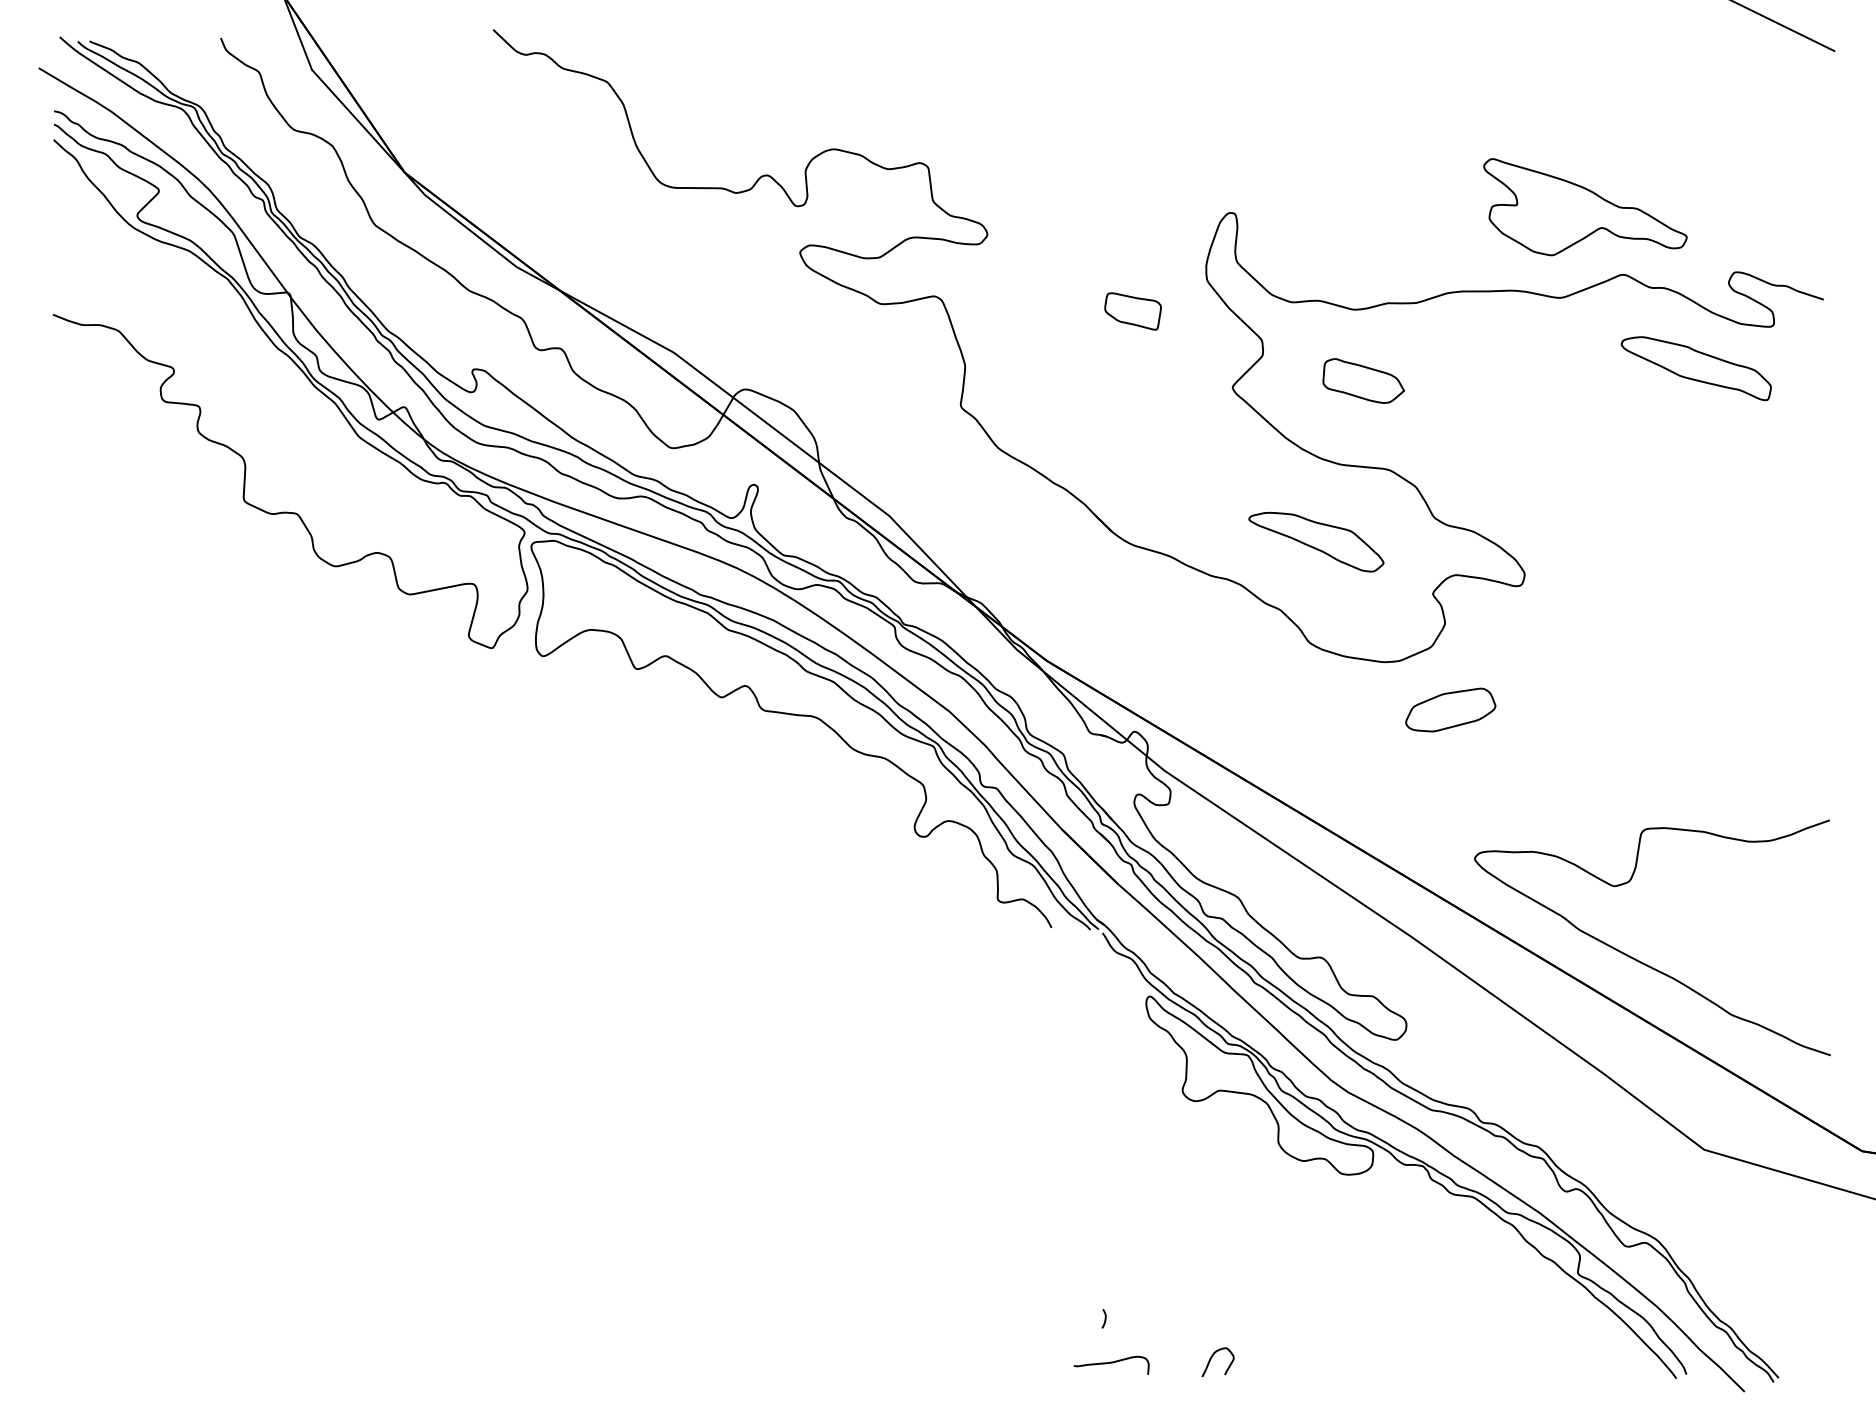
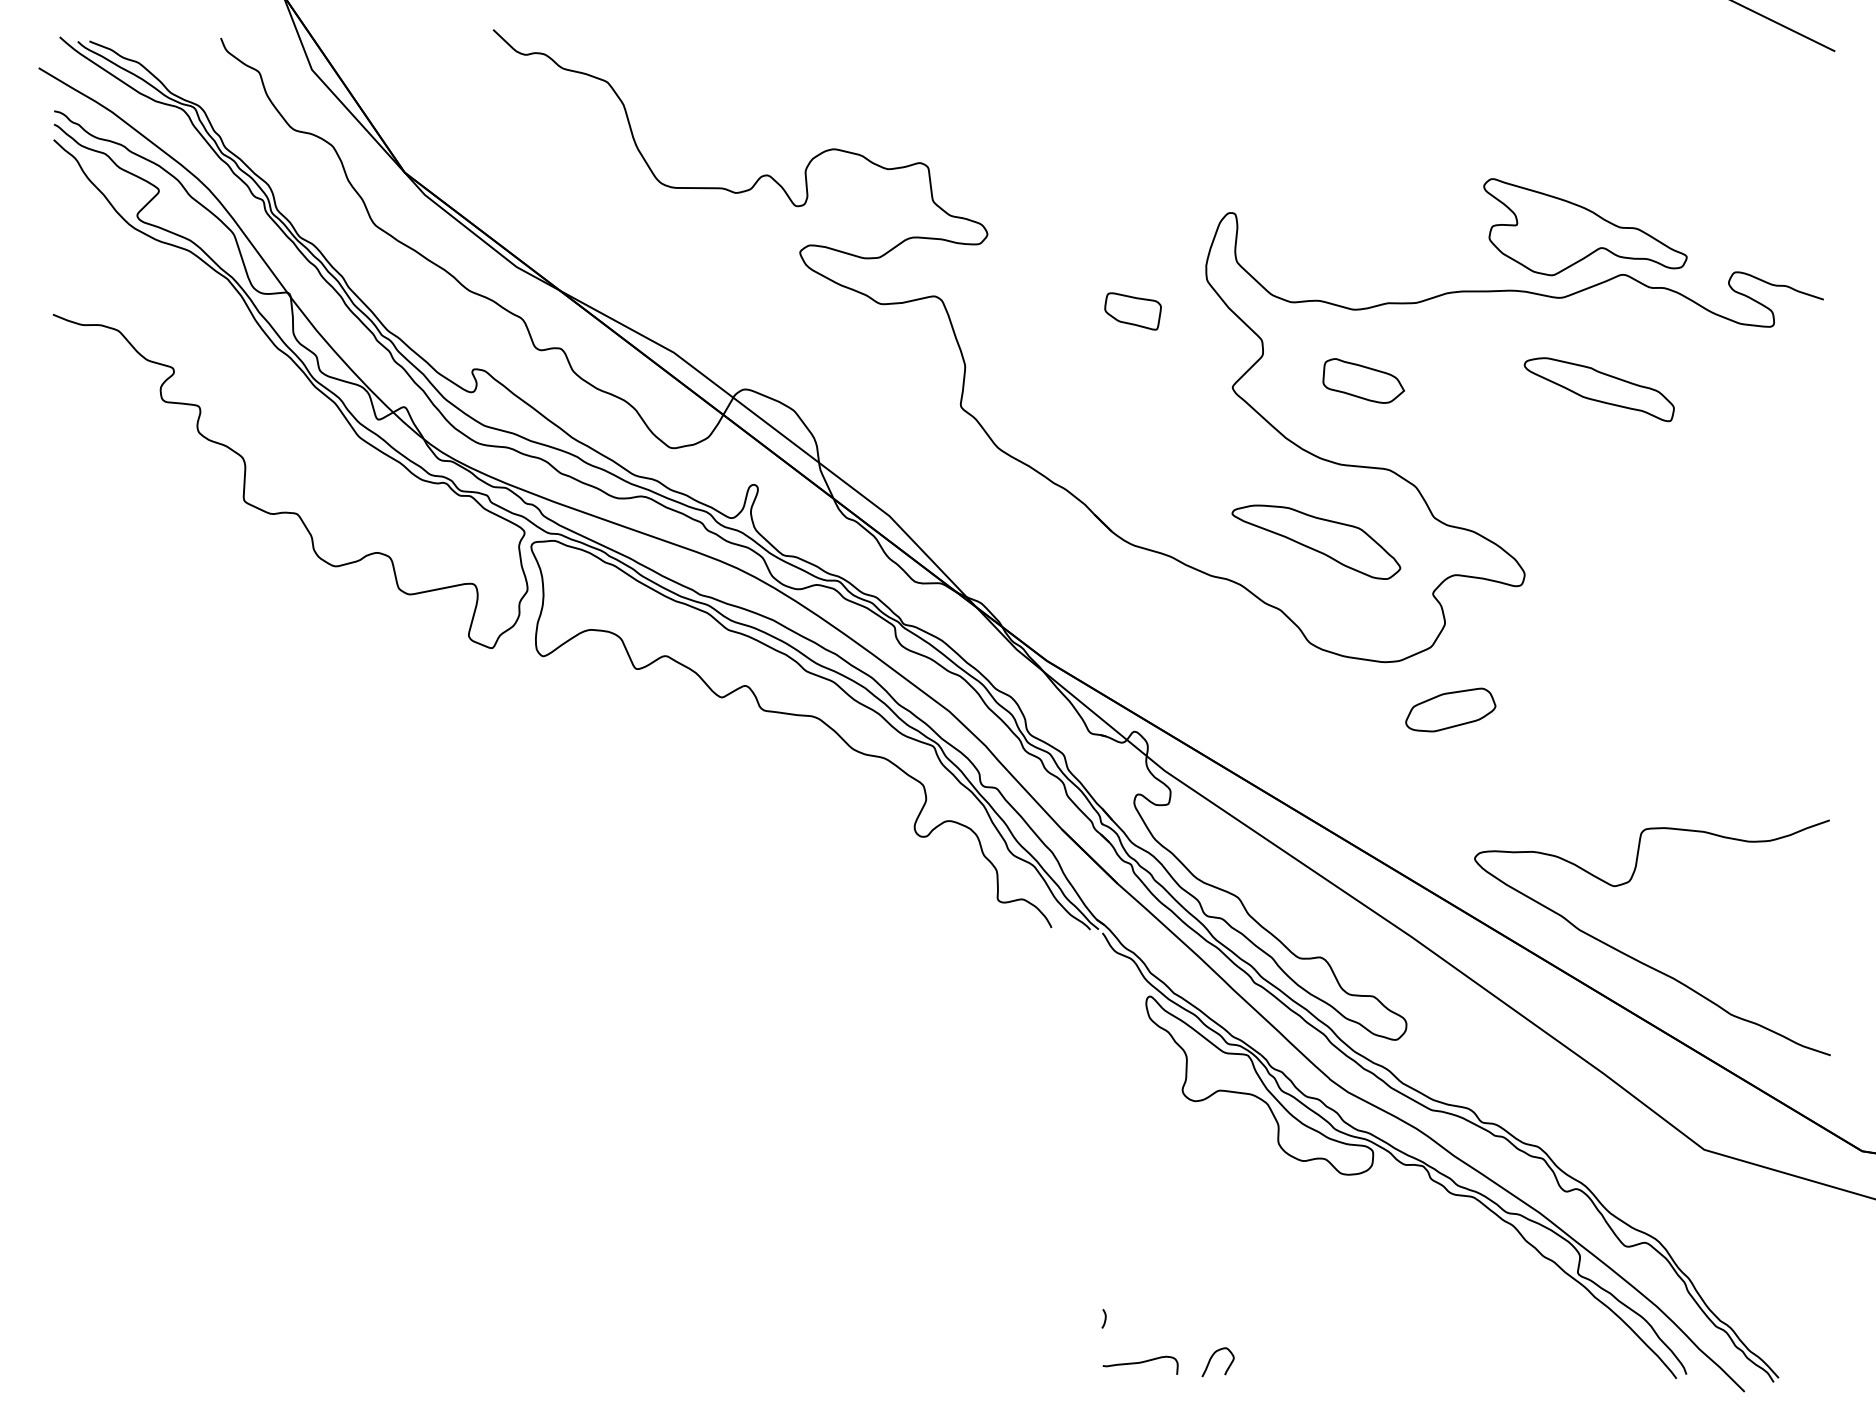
part at (1585, 207) position: (1585, 207) -> (1585, 227)
part at (1695, 368) position: (1695, 368) -> (1598, 389)
part at (1316, 542) size: 137x61 px -> 171x76 px
curve at (1111, 1363) position: (1111, 1363) -> (1140, 1363)
